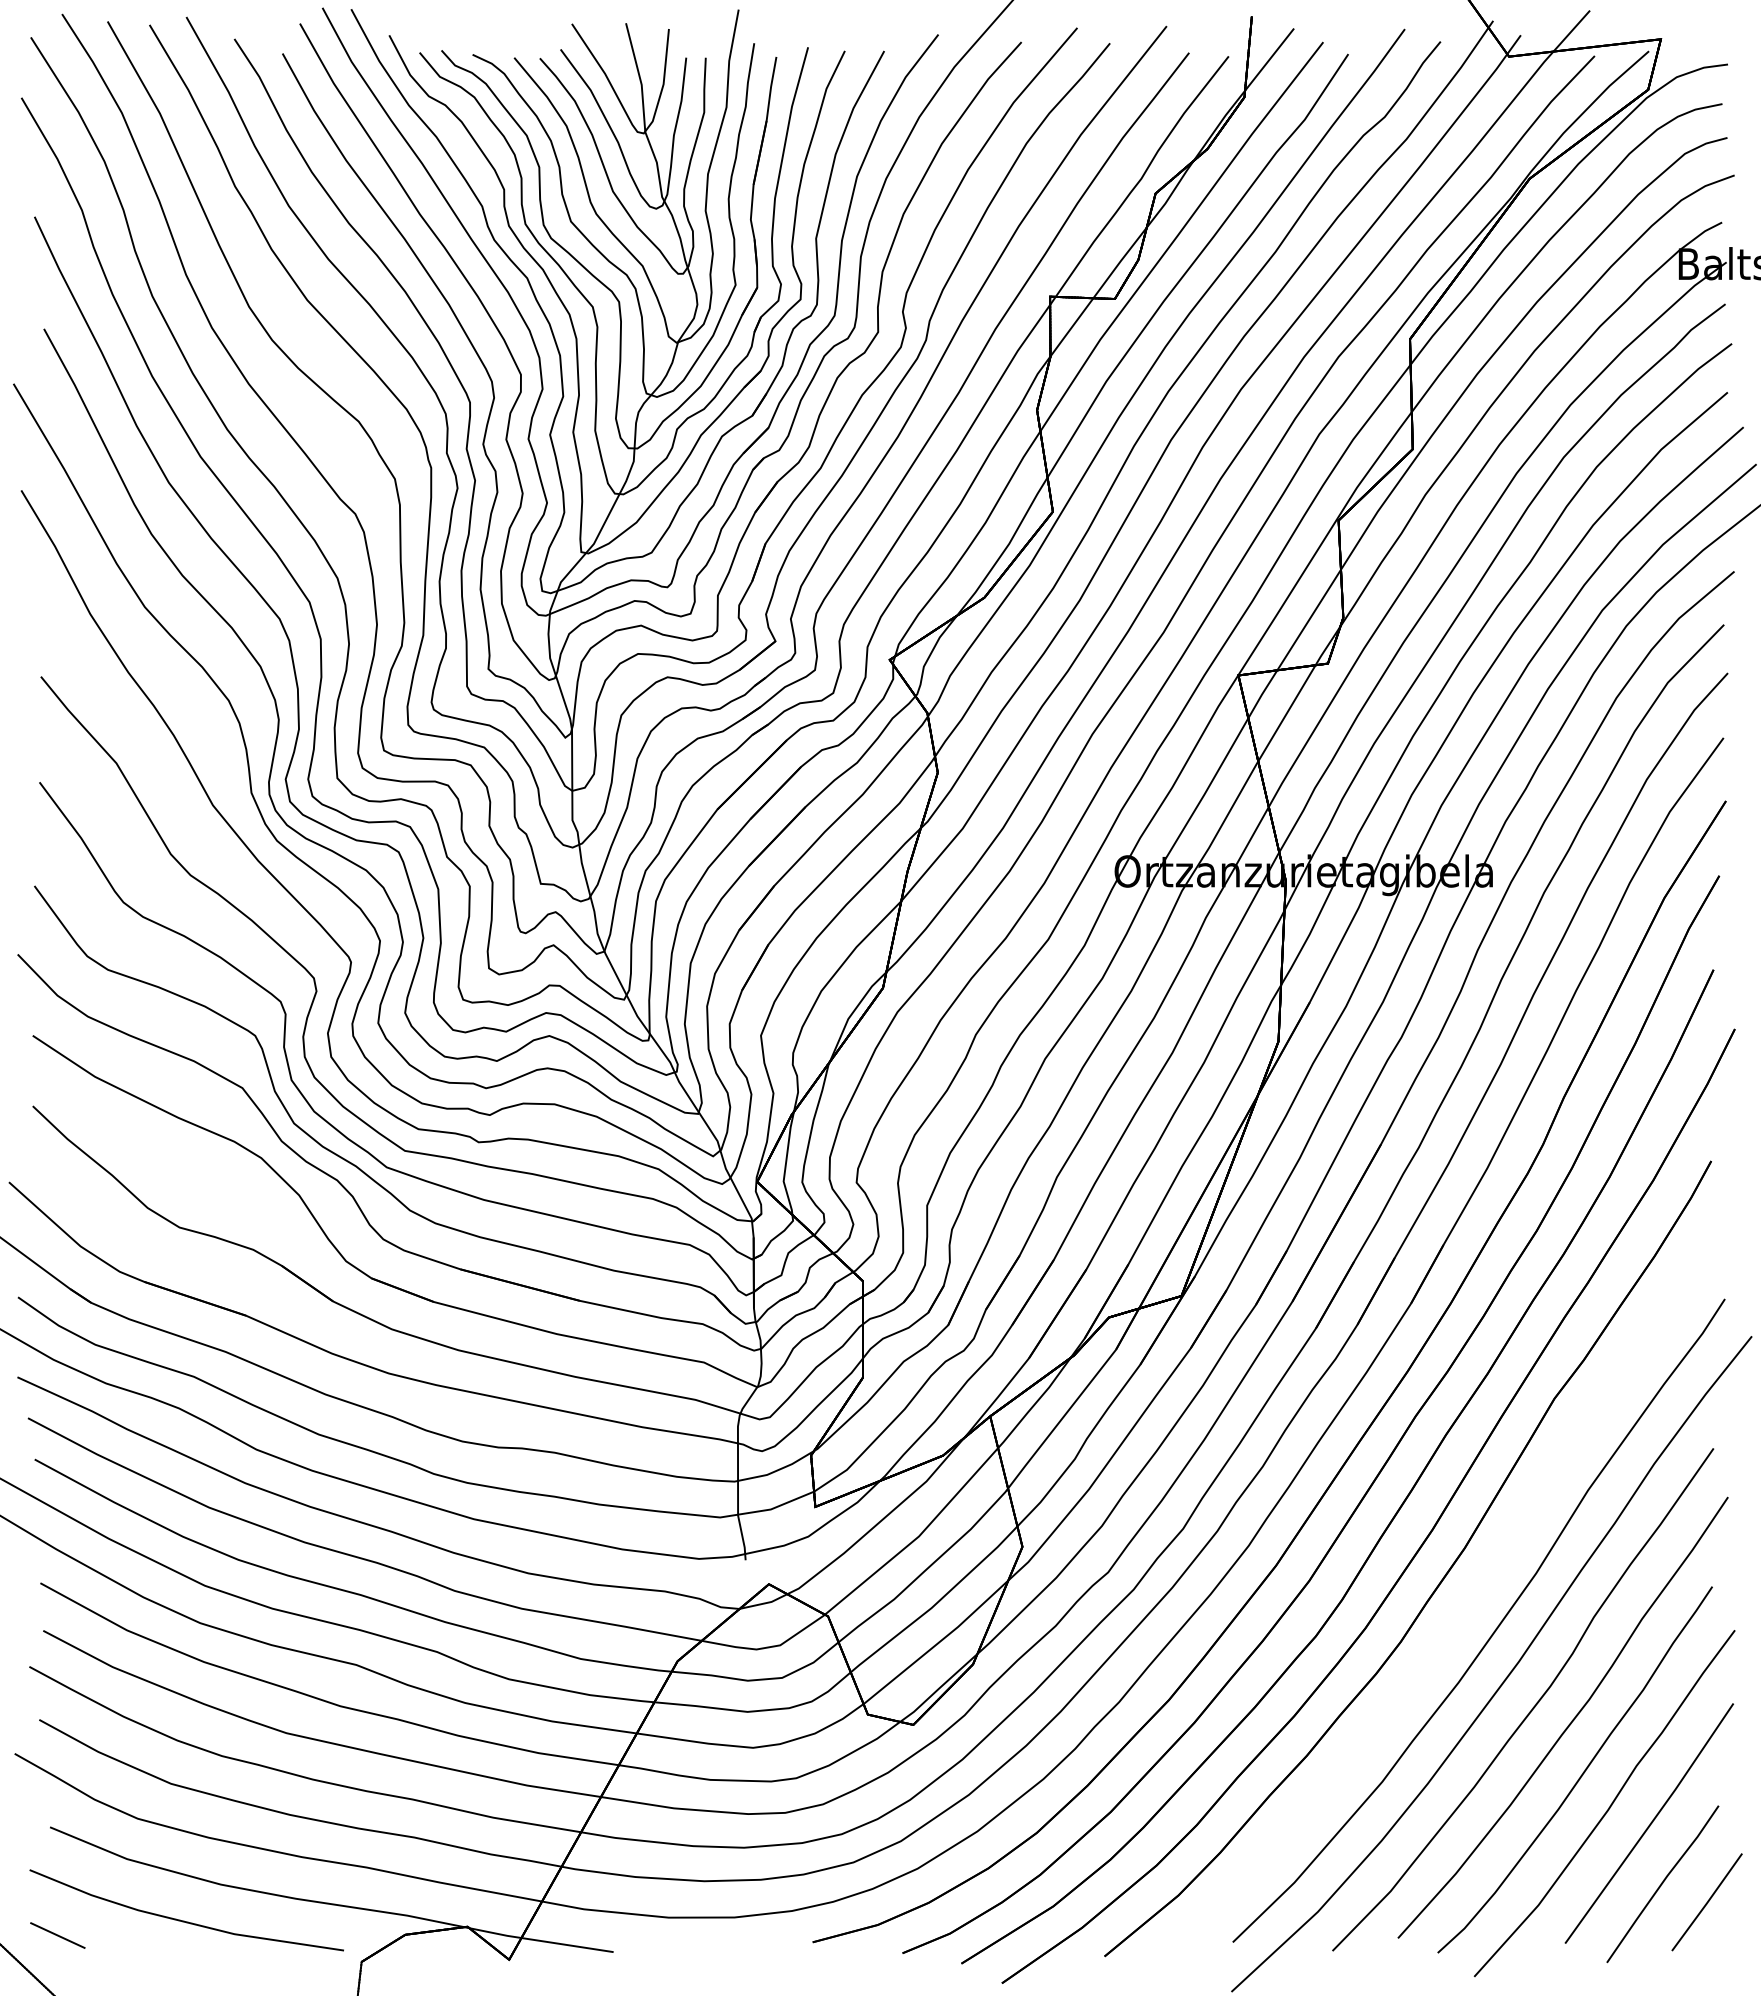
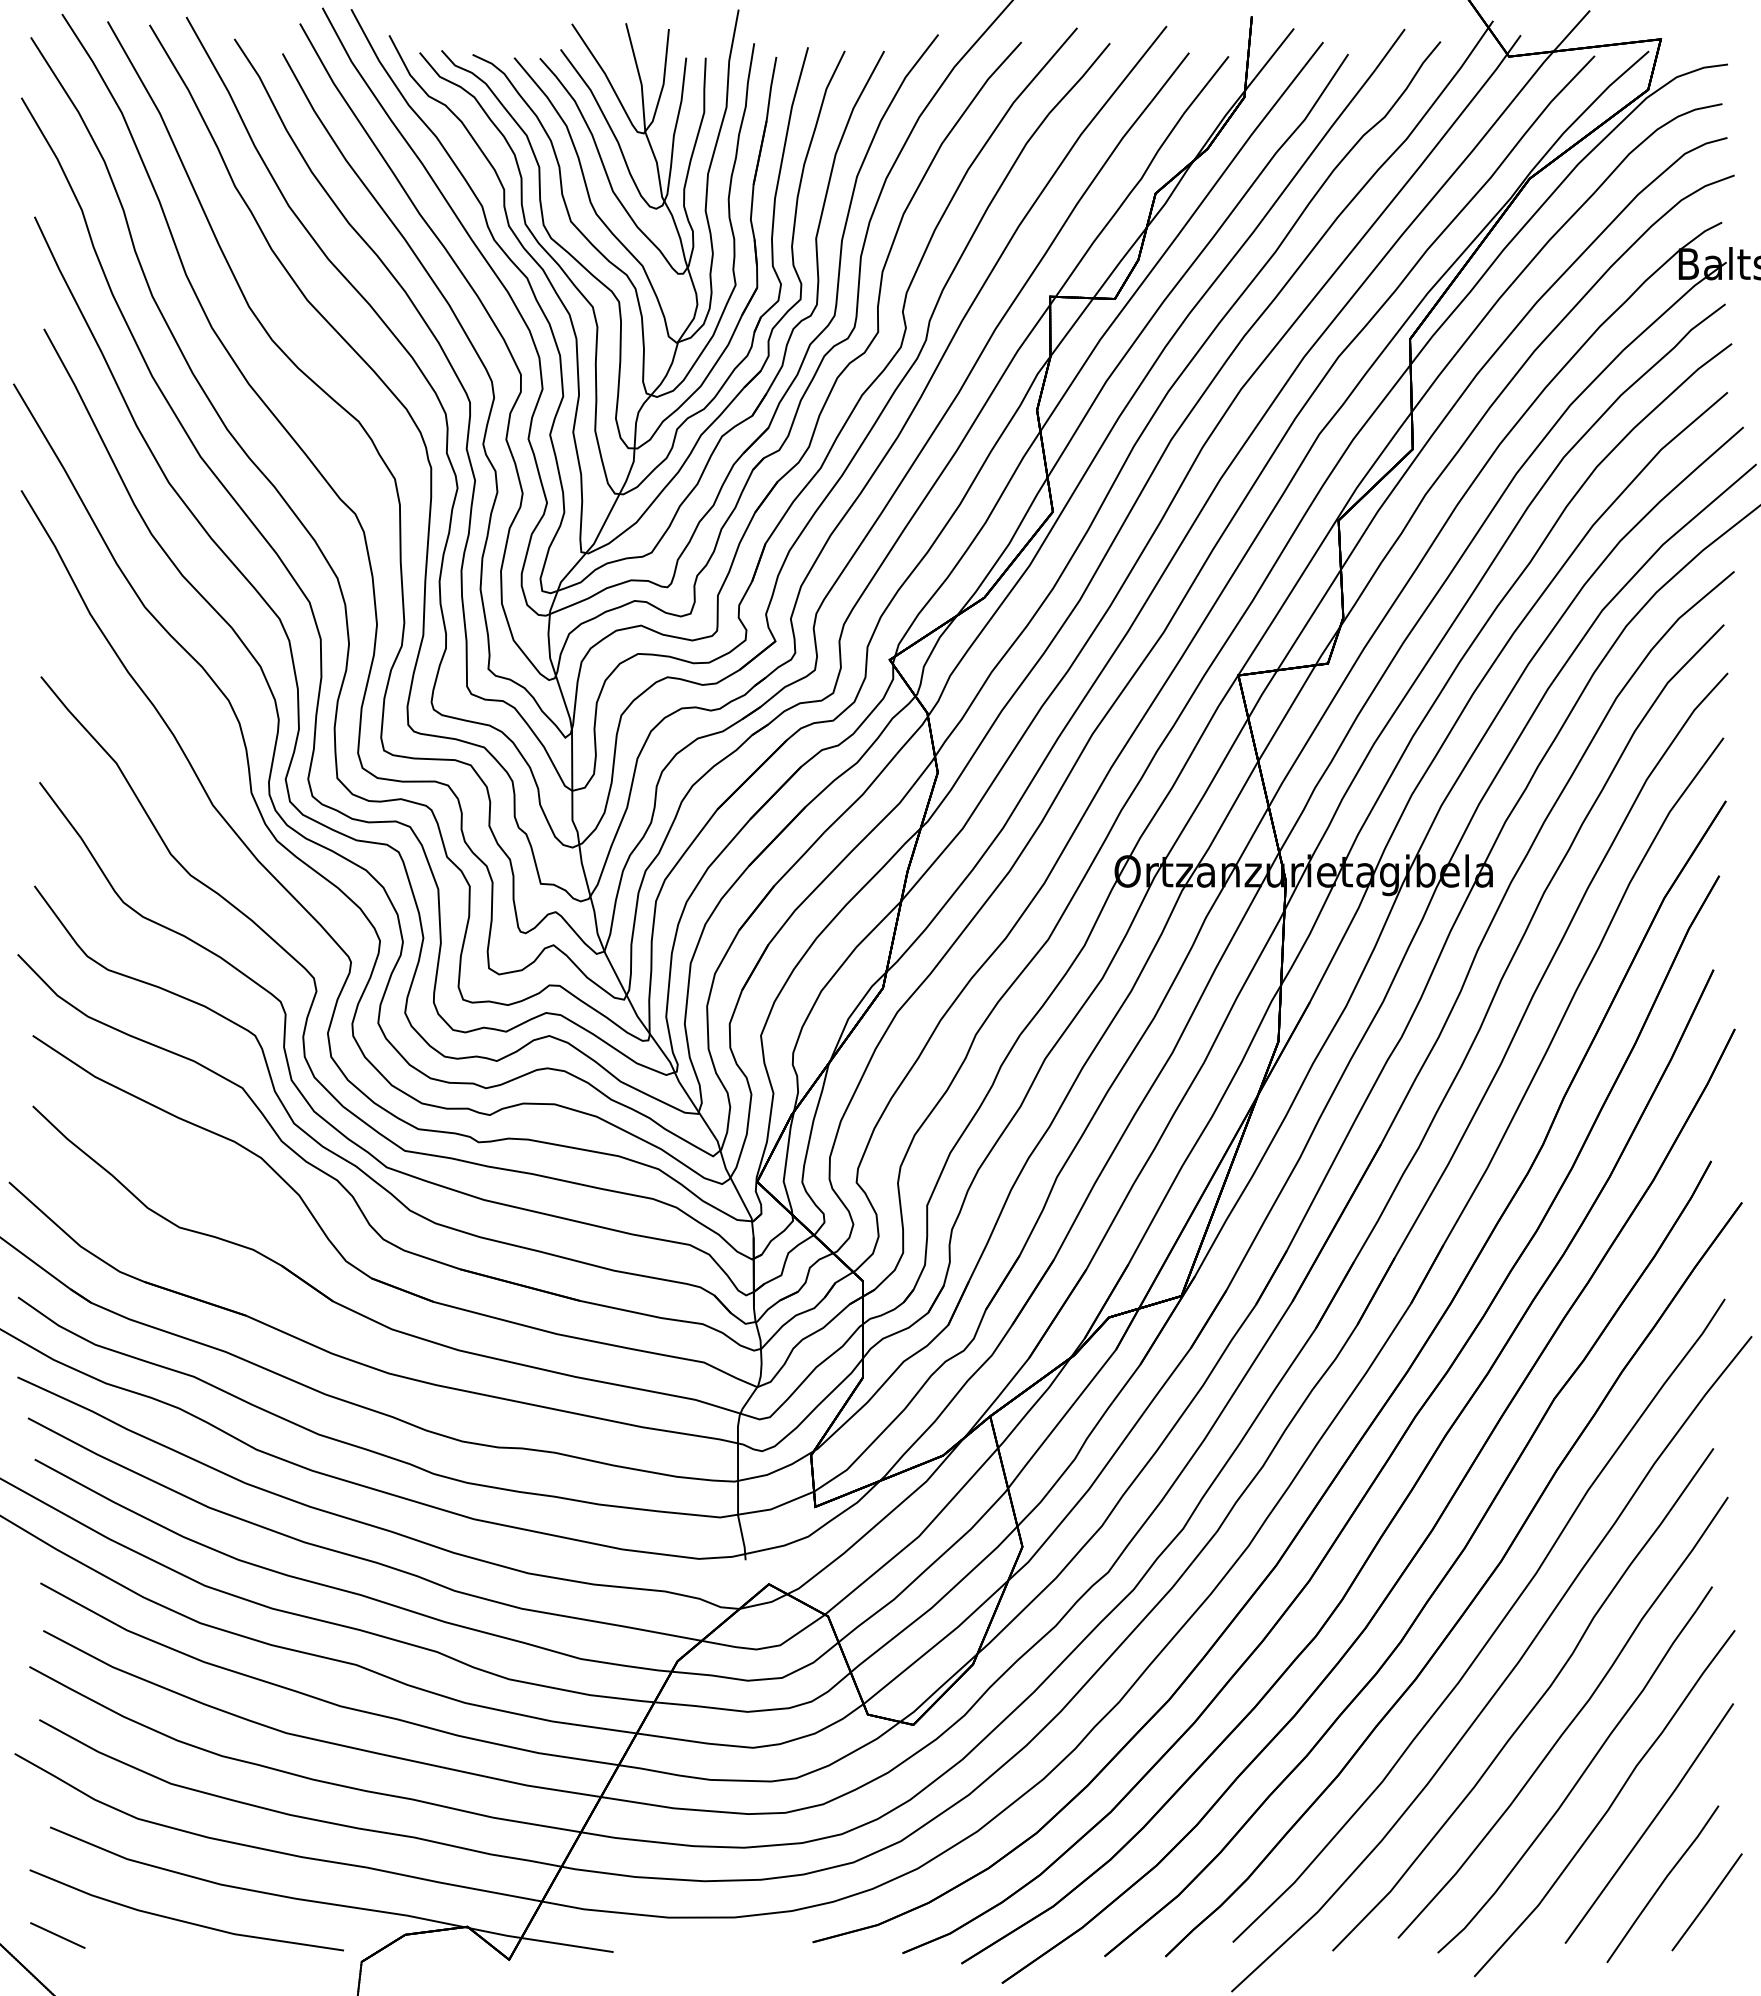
part at (1473, 1597): none -> present
